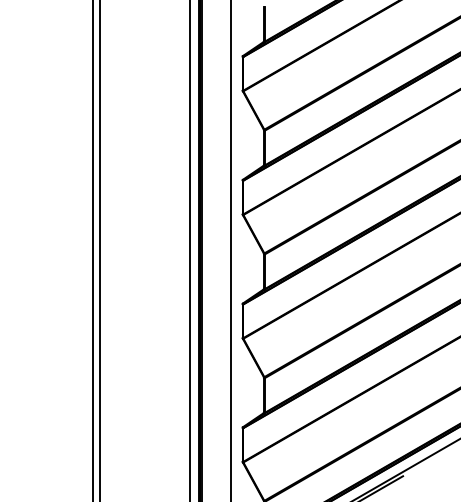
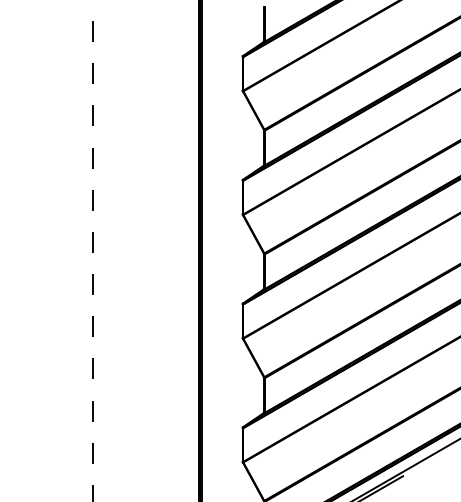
line at (100, 250): present -> none
line at (190, 250): present -> none
line at (231, 250): present -> none
line at (92, 251): solid -> dashed
